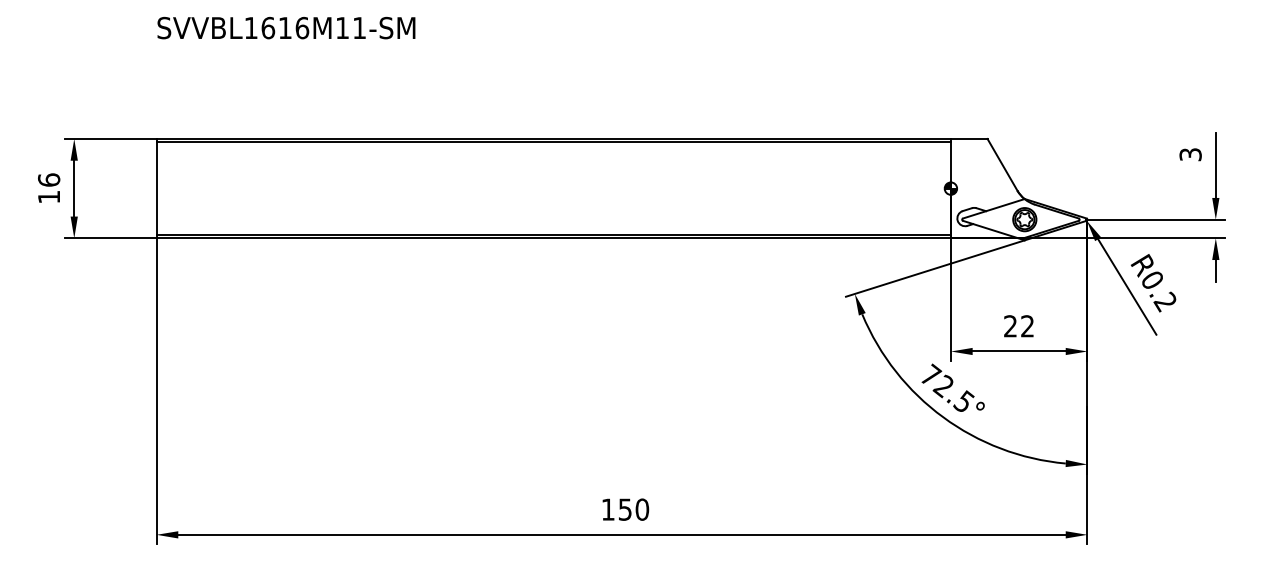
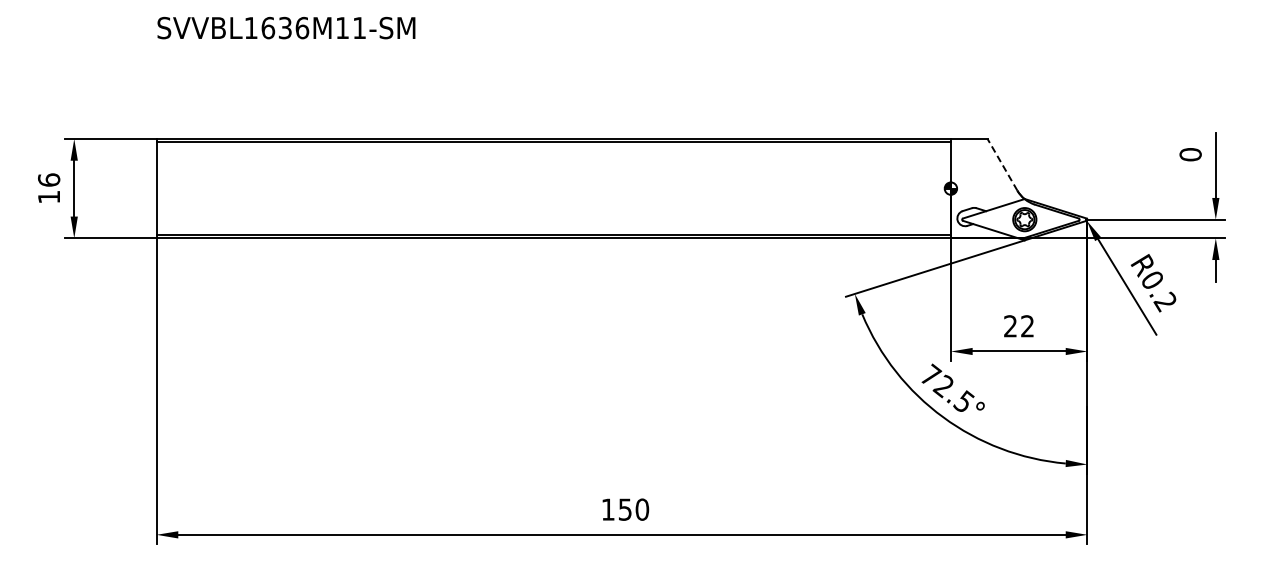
text at (284, 27): SVVBL1616M11-SM -> SVVBL1636M11-SM
text at (1190, 154): 3 -> 0
line at (1002, 164): solid -> dashed
